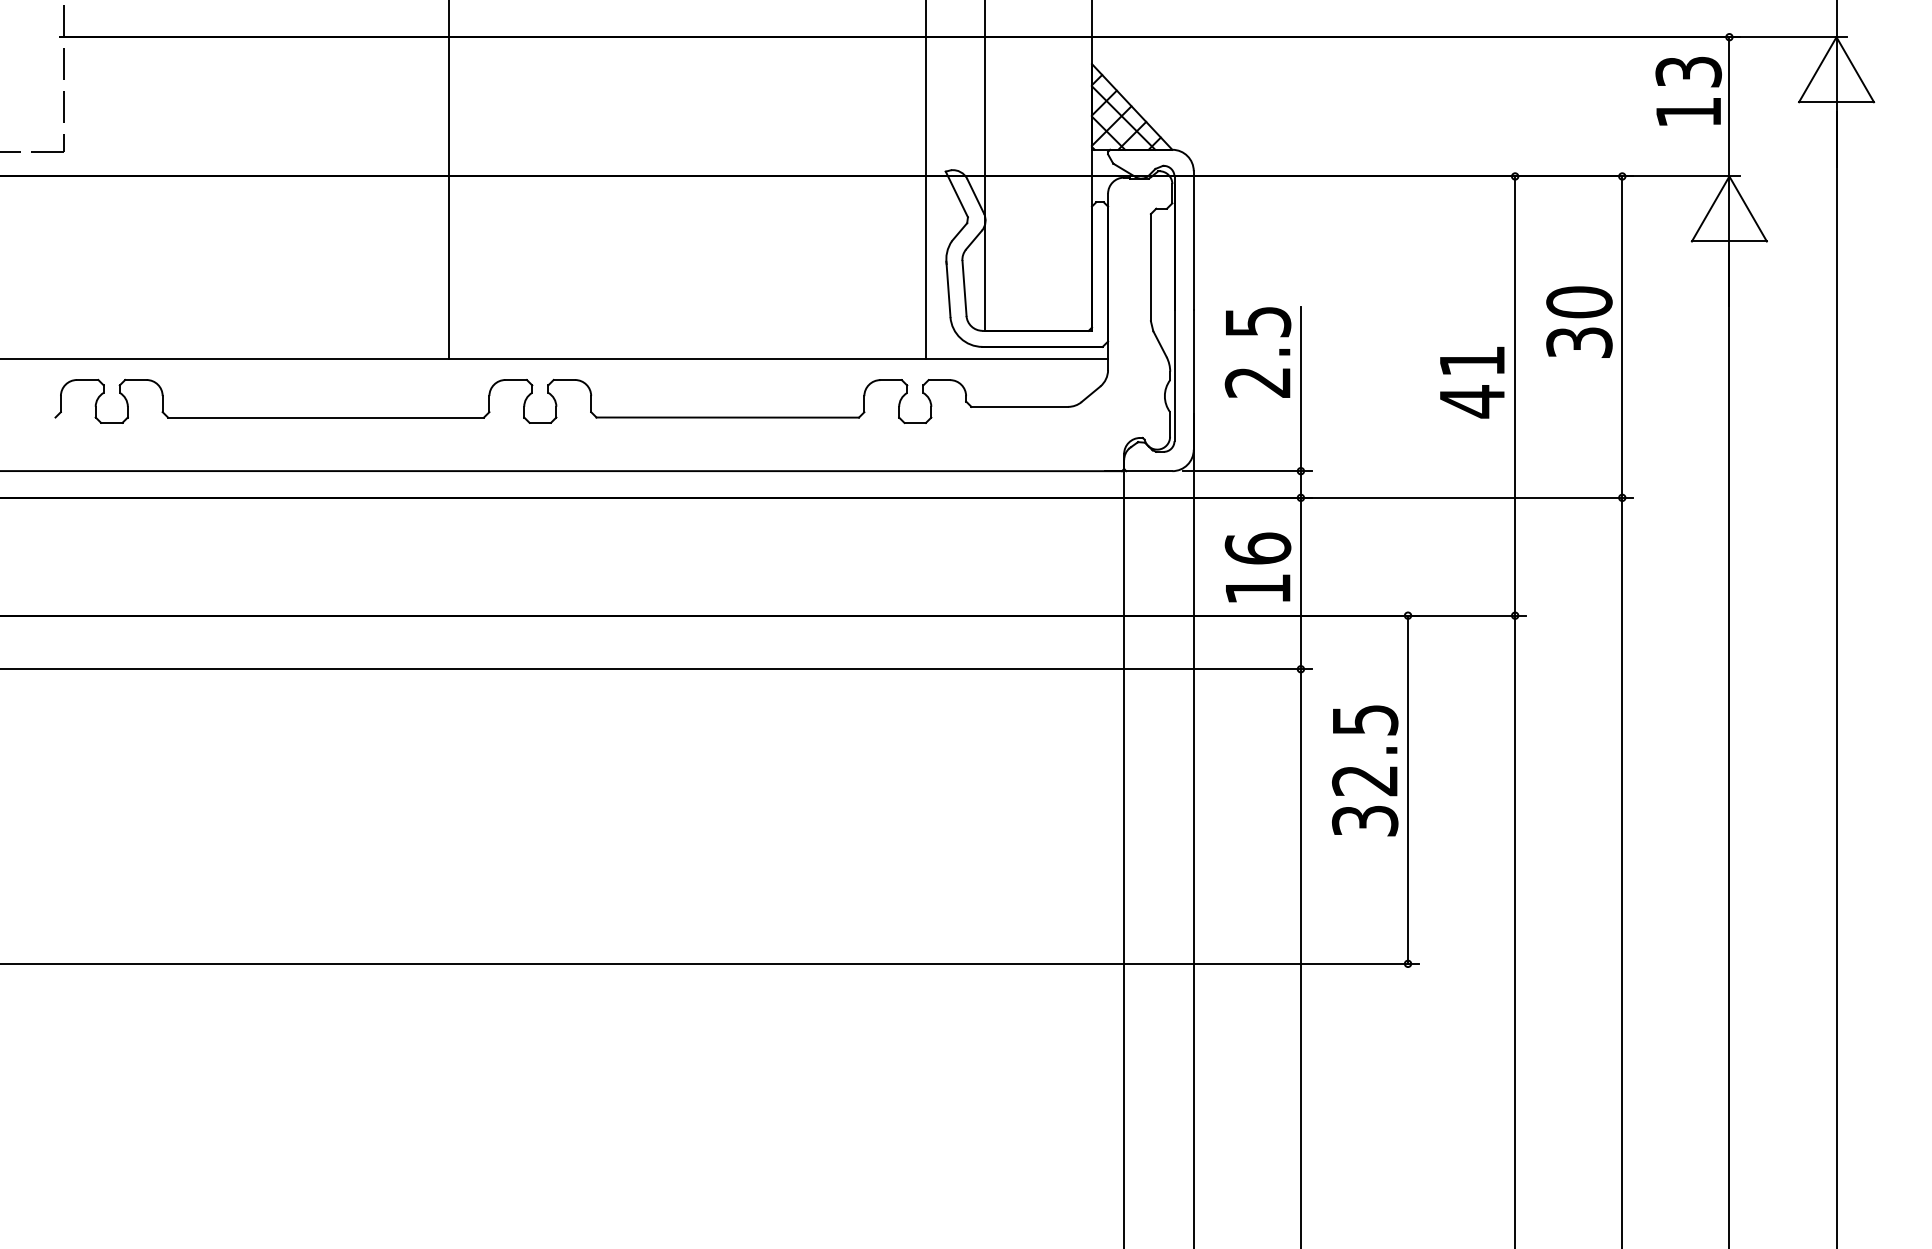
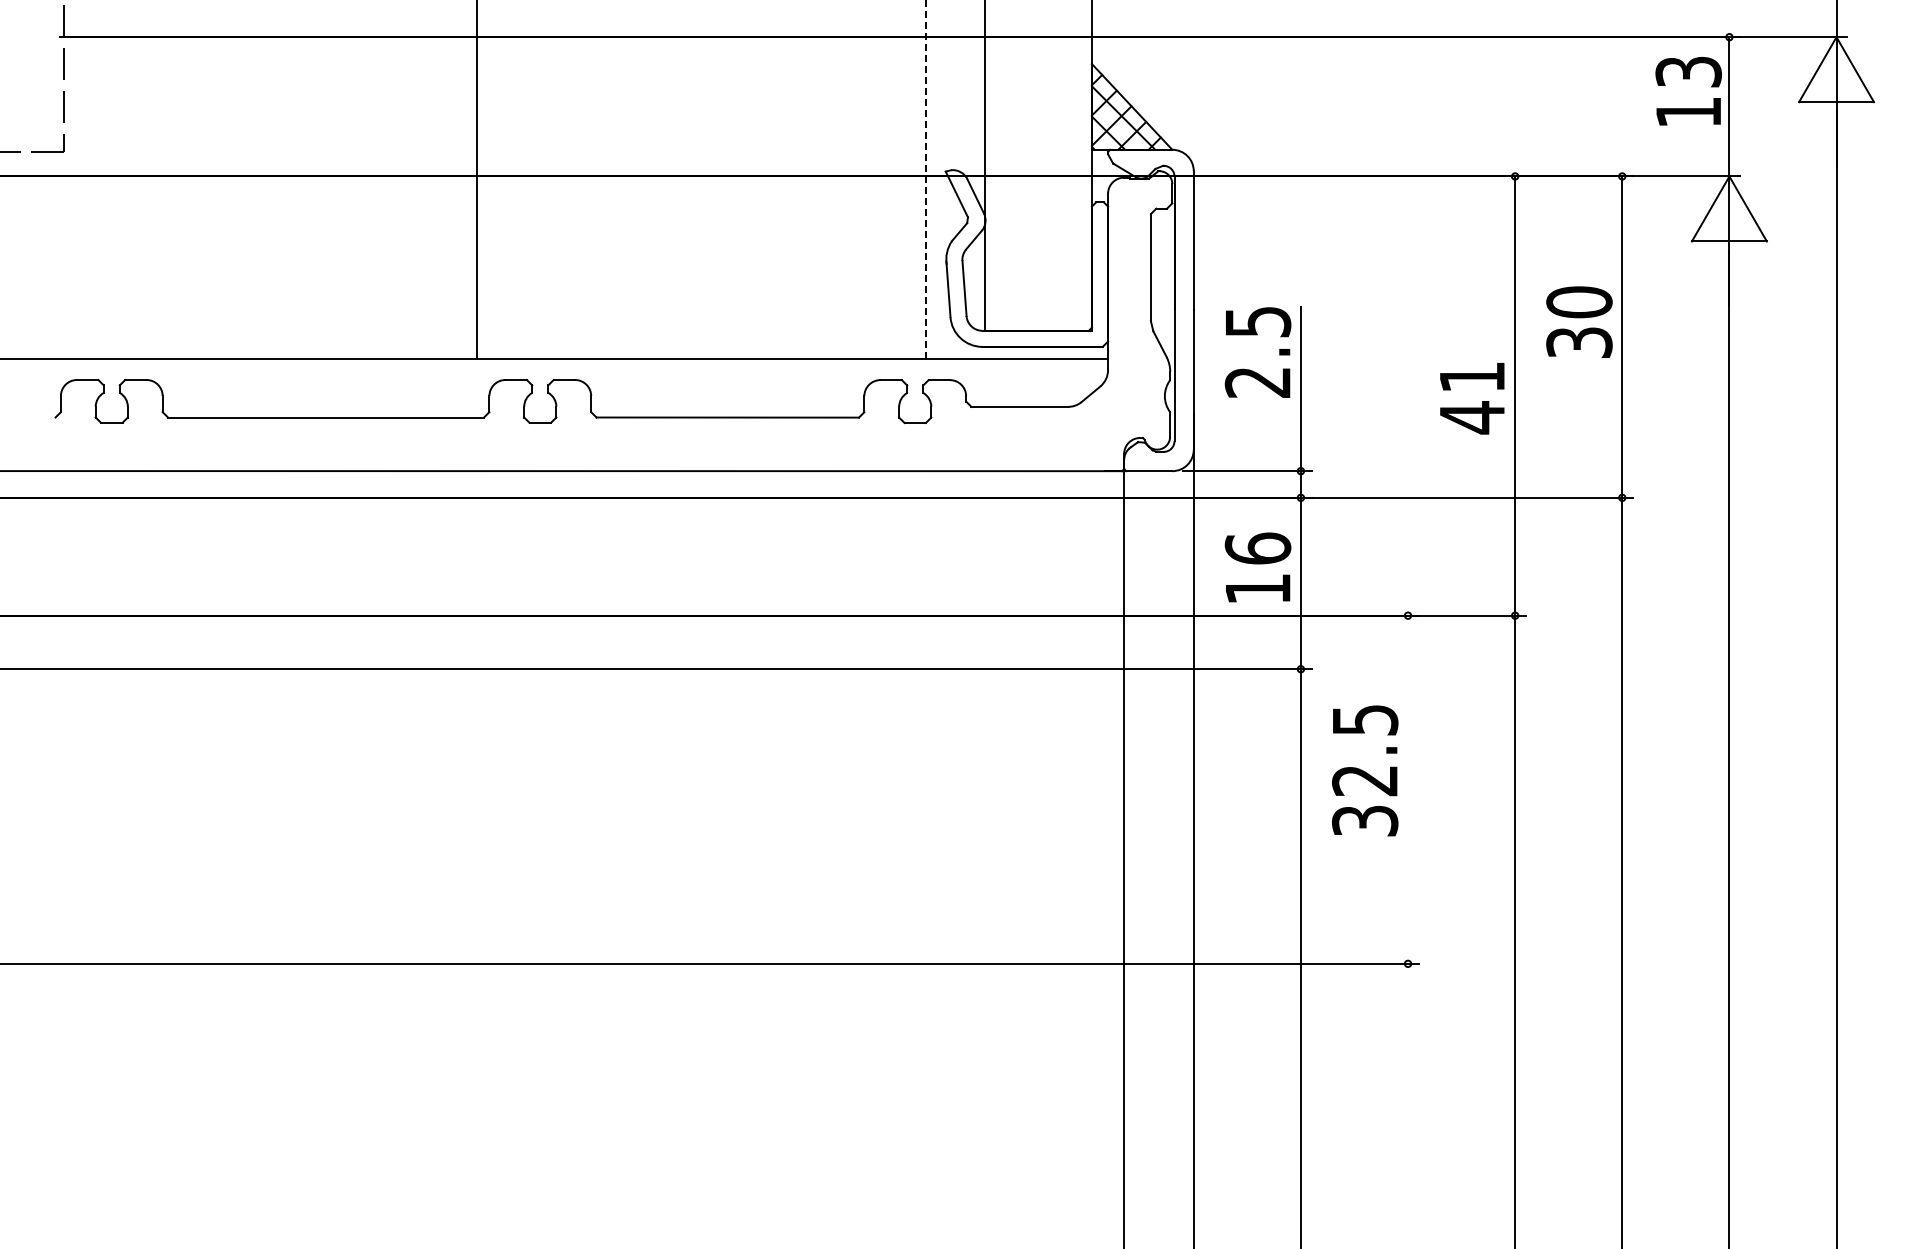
line at (925, 179): solid -> dashed
line at (449, 180) position: (449, 180) -> (477, 180)
text at (1472, 382) position: (1472, 382) -> (1472, 398)
line at (1408, 789): present -> none
